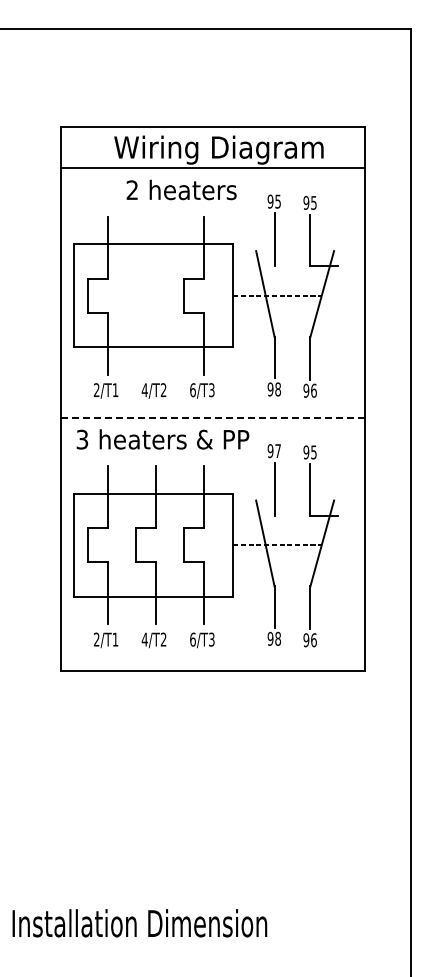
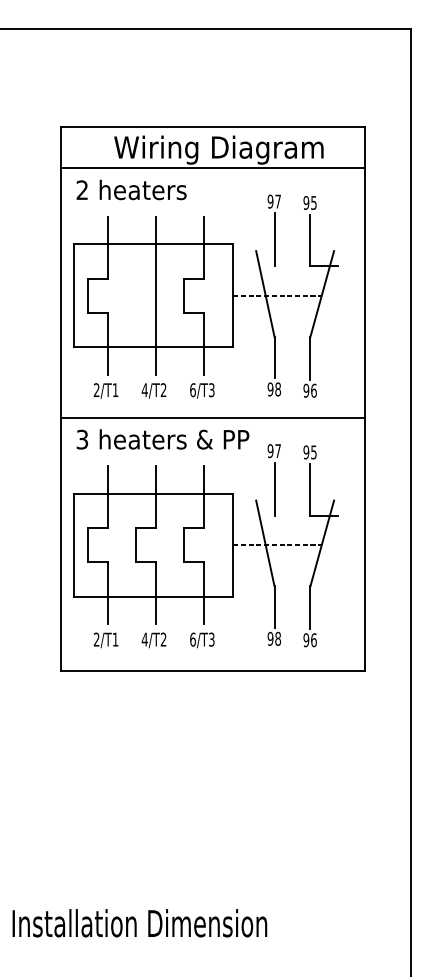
text at (181, 189) position: (181, 189) -> (131, 189)
text at (277, 201): 95 -> 97
line at (156, 295): none -> present
line at (213, 417): dashed -> solid
